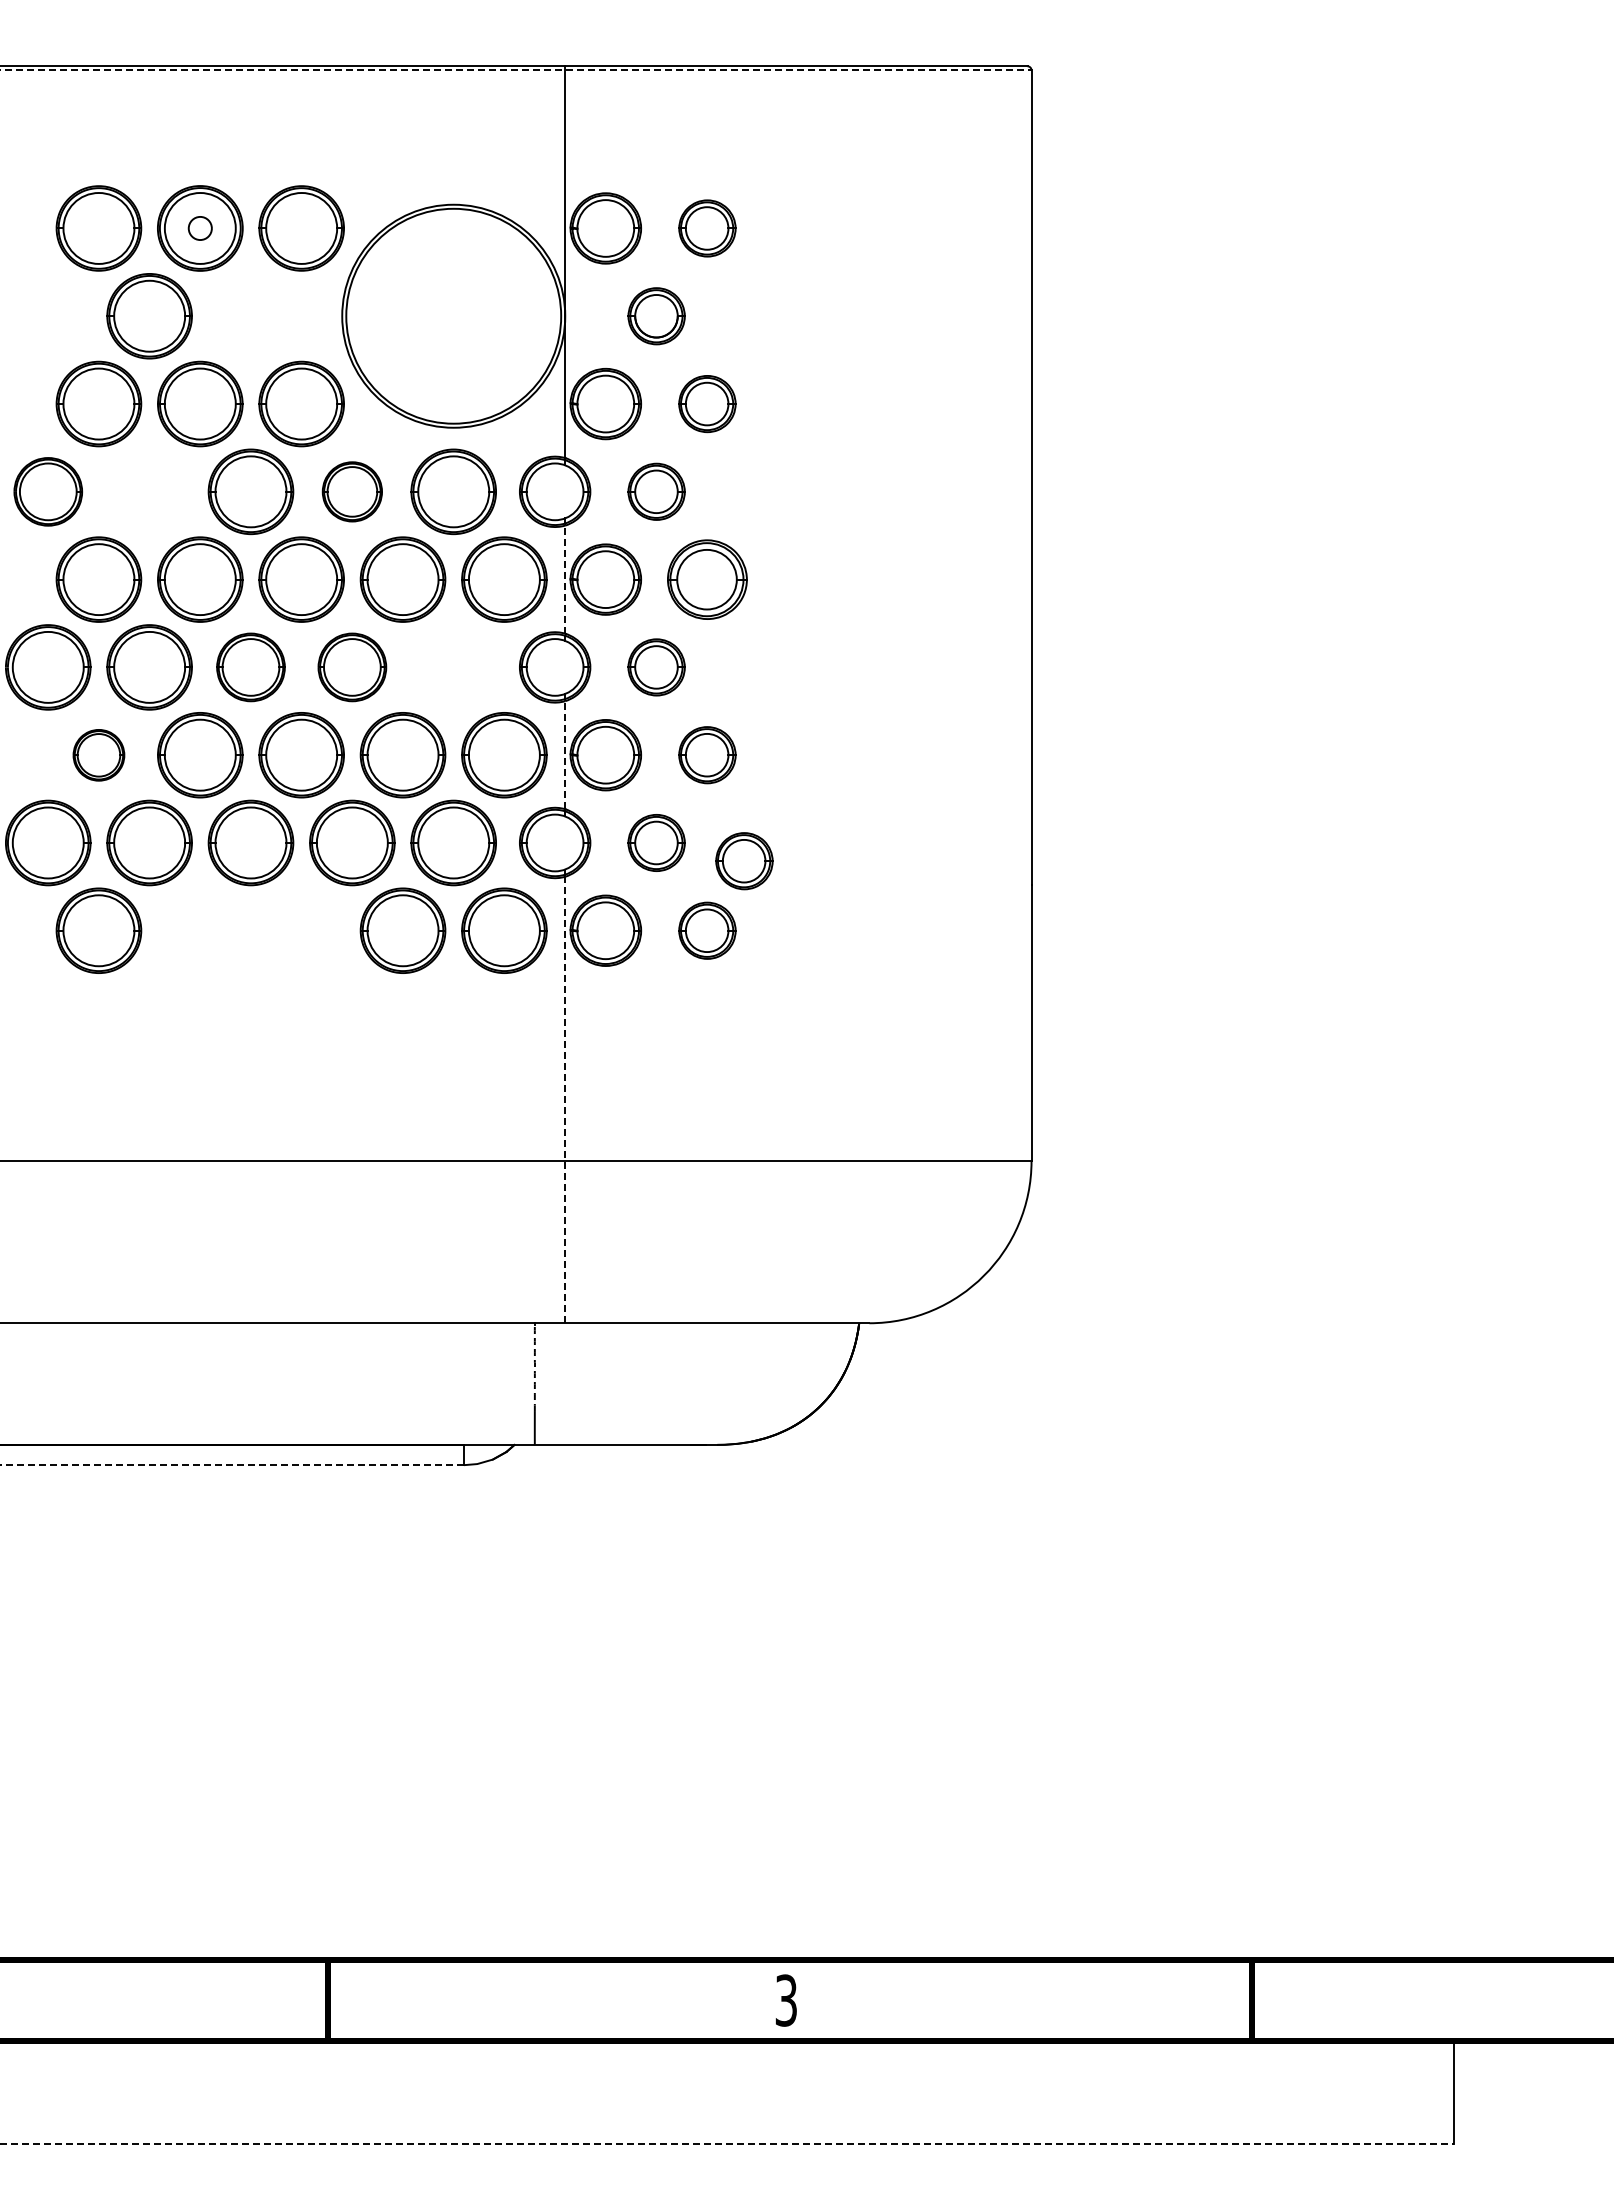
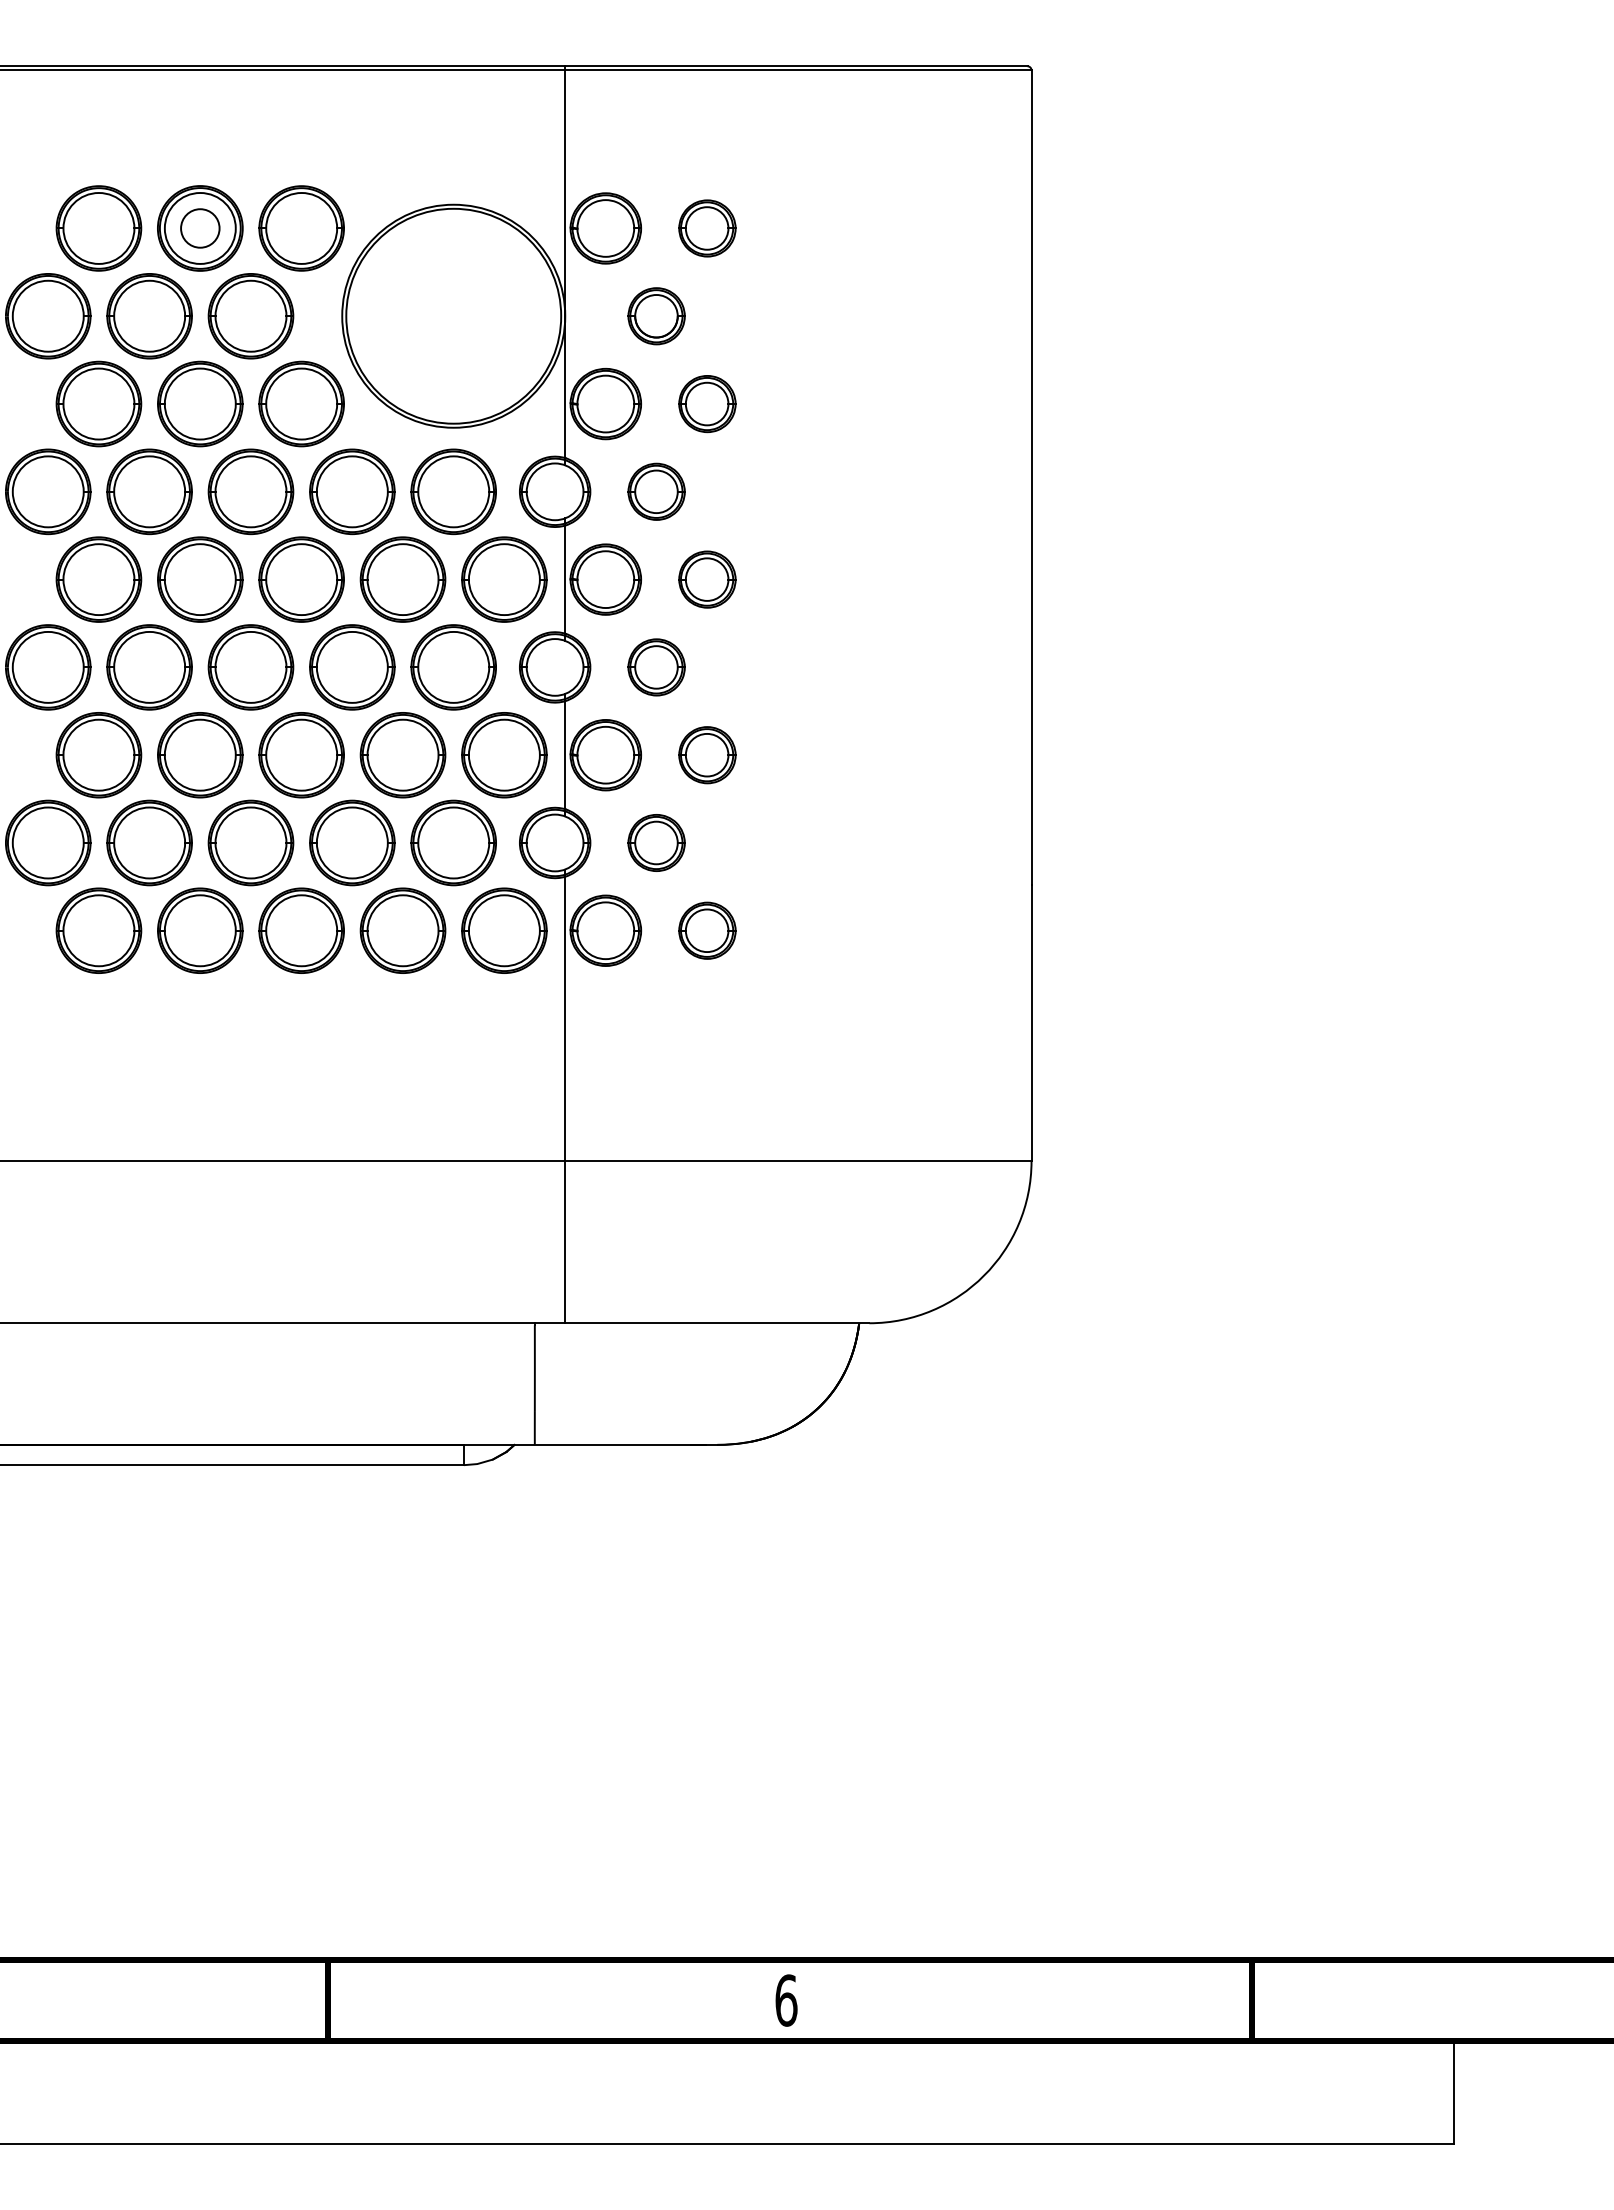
line at (516, 70): dashed -> solid
circle at (199, 228) diameter: 23 px -> 39 px
part at (48, 316): none -> present
part at (250, 316): none -> present
part at (47, 491) size: 70x70 px -> 87x88 px
part at (149, 491): none -> present
part at (351, 491) size: 62x62 px -> 87x88 px
line at (565, 579): dashed -> solid
part at (707, 579) size: 81x81 px -> 59x59 px
part at (250, 667) size: 70x71 px -> 88x87 px
part at (352, 667) size: 71x71 px -> 87x87 px
part at (453, 667): none -> present
line at (565, 754): dashed -> solid
part at (98, 755) size: 54x53 px -> 88x87 px
part at (744, 861): present -> none
part at (200, 930): none -> present
part at (301, 930): none -> present
line at (565, 1099): dashed -> solid
arc at (534, 1368): dashed -> solid
line at (231, 1465): dashed -> solid
text at (786, 2000): 3 -> 6
line at (727, 2143): dashed -> solid
